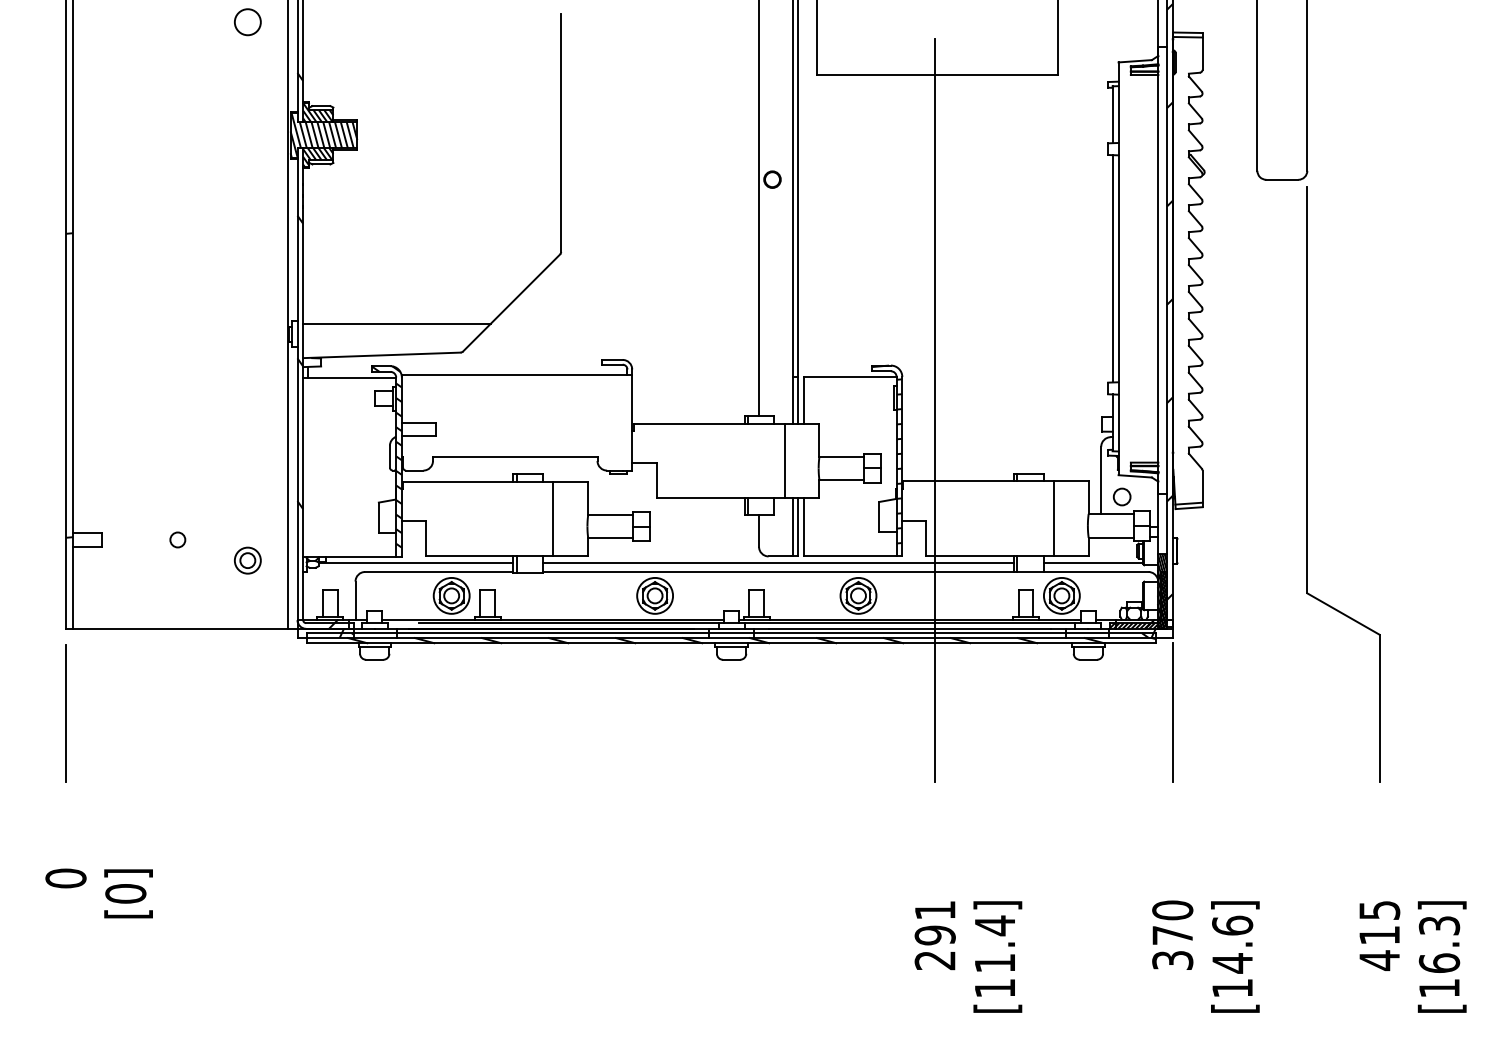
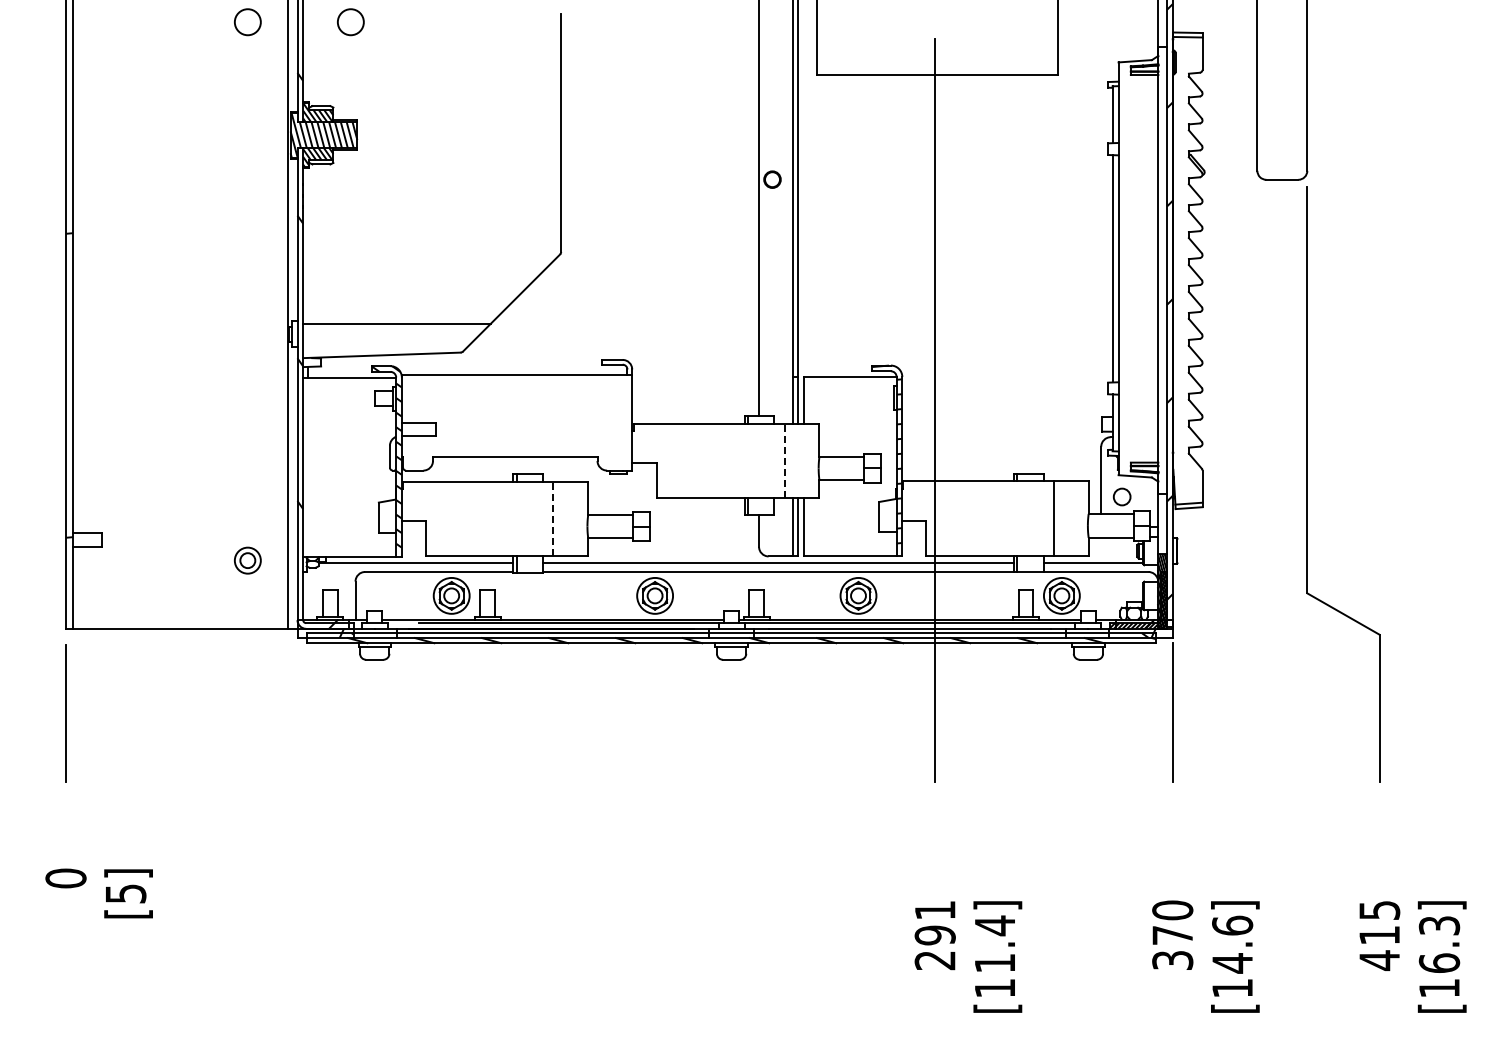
circle at (350, 22): none -> present
line at (784, 460): solid -> dashed
line at (553, 518): solid -> dashed
circle at (177, 539): present -> none
text at (125, 893): [0] -> [5]
